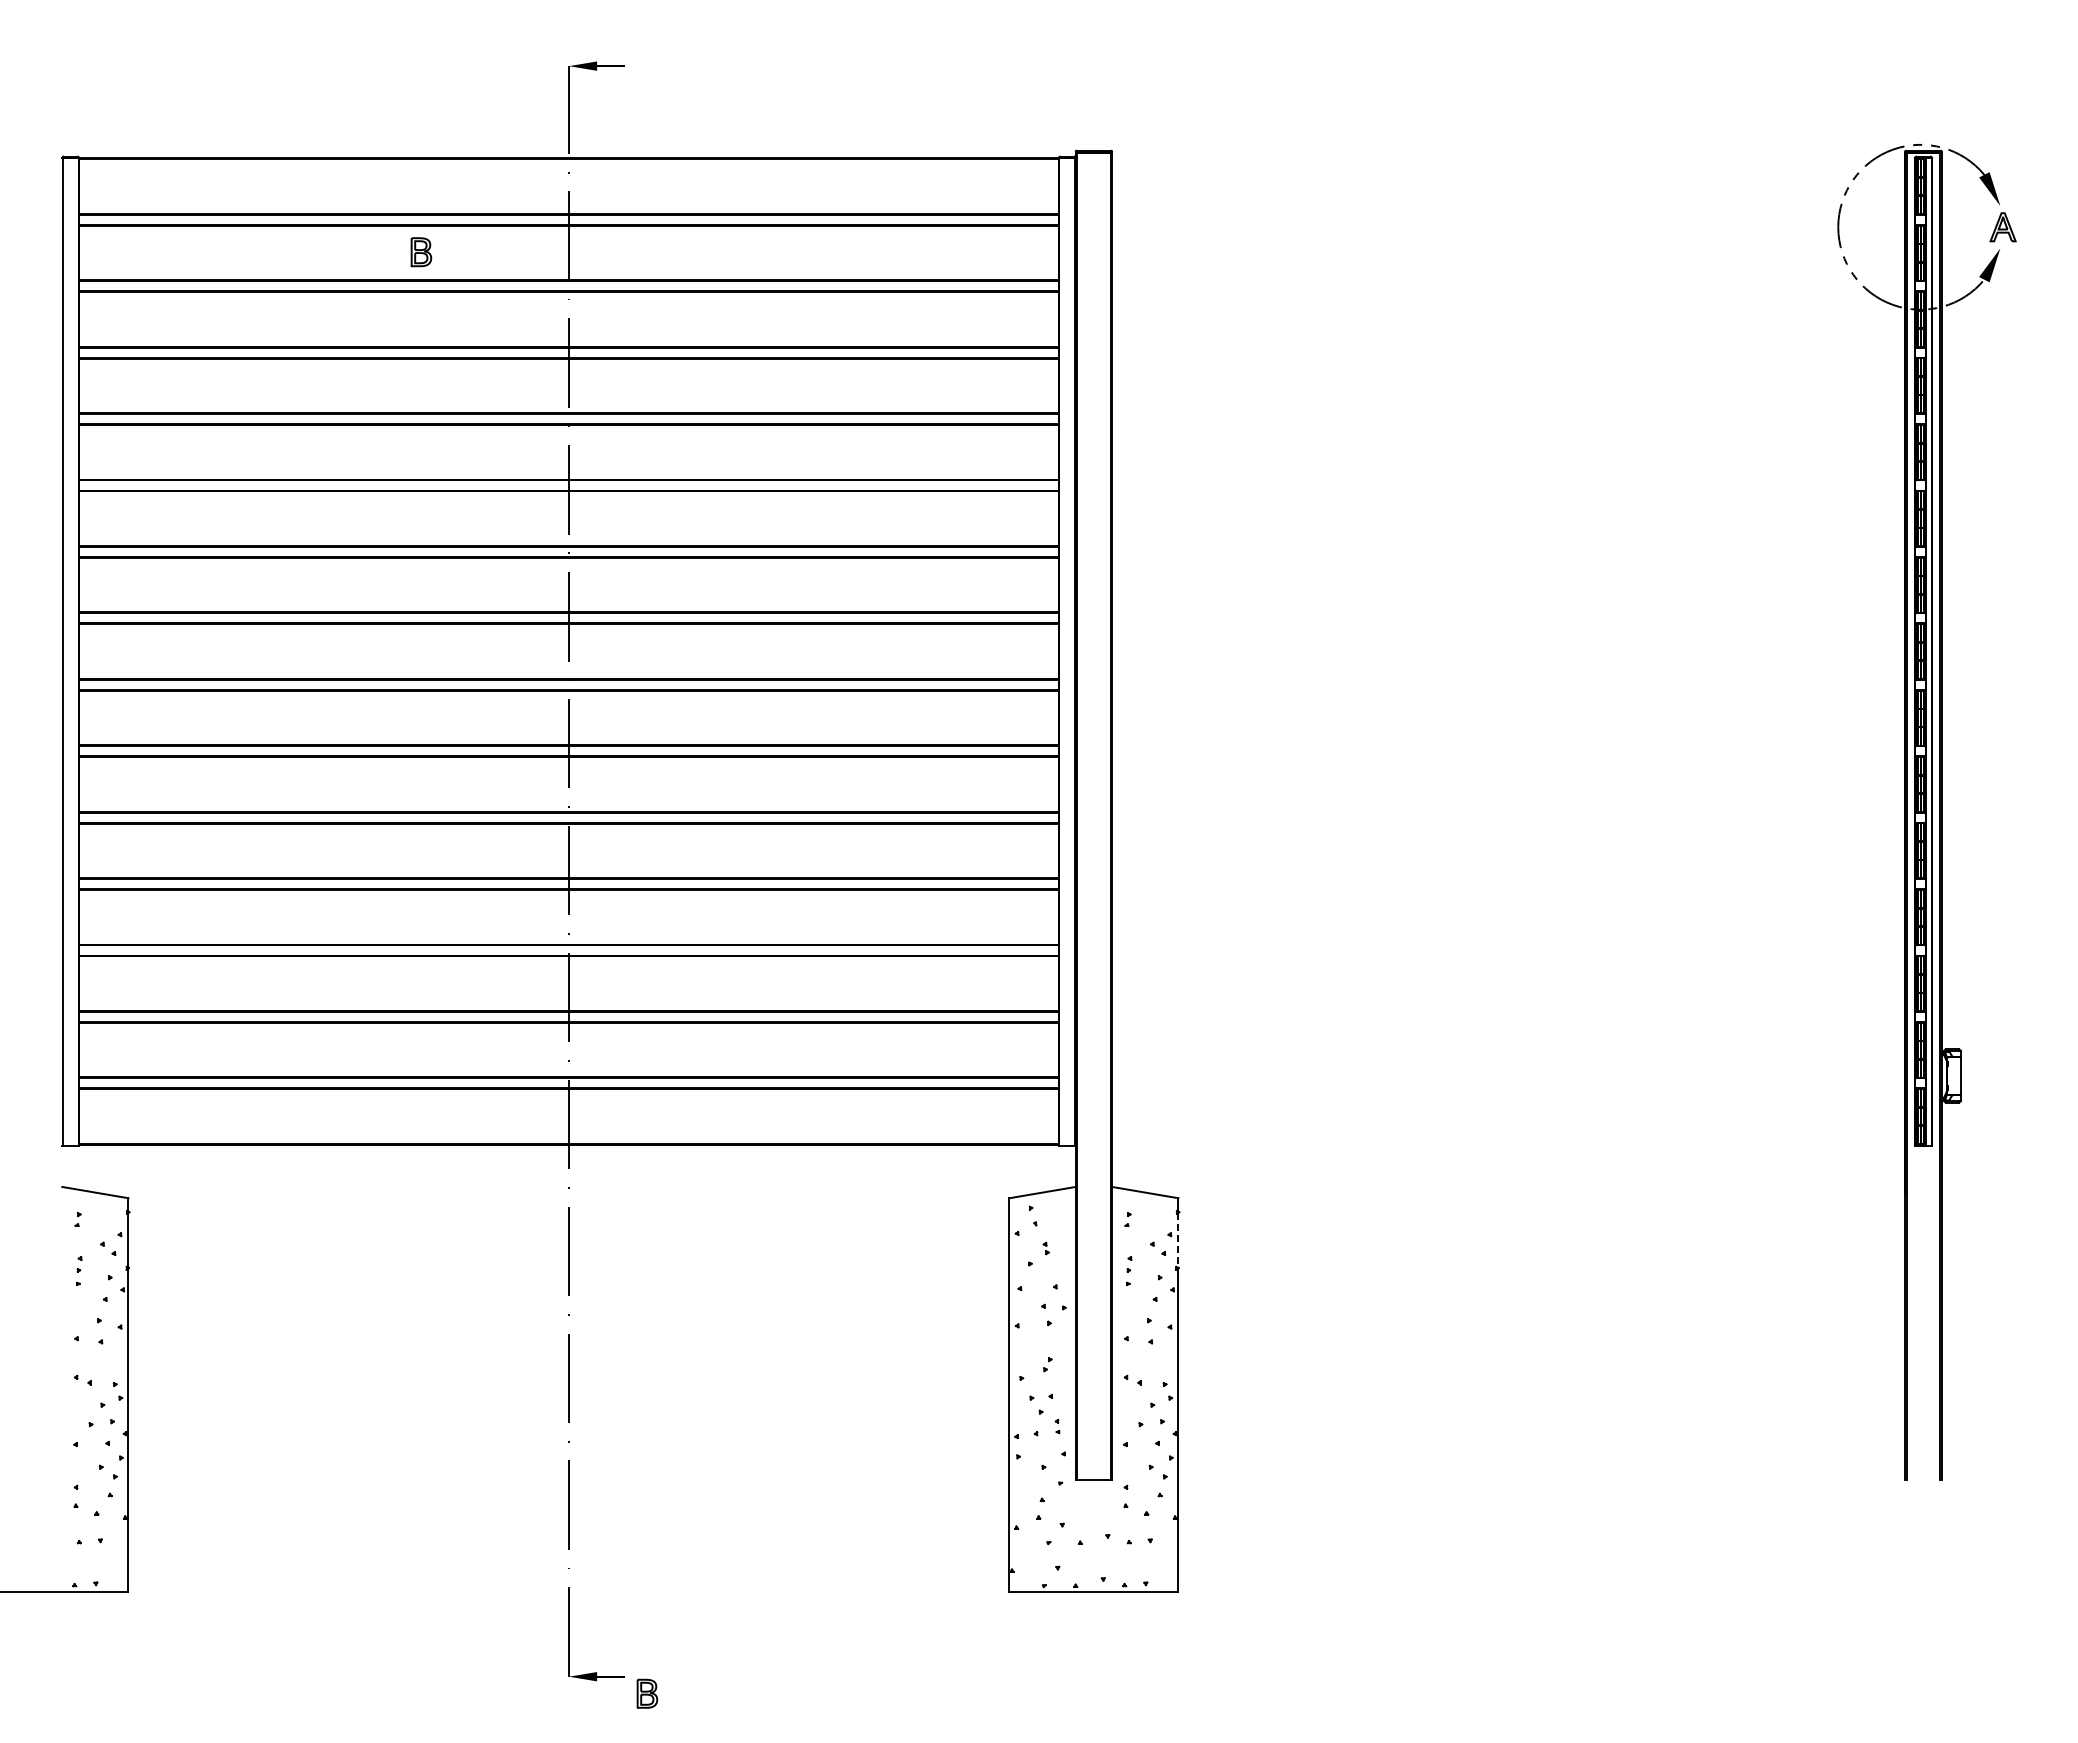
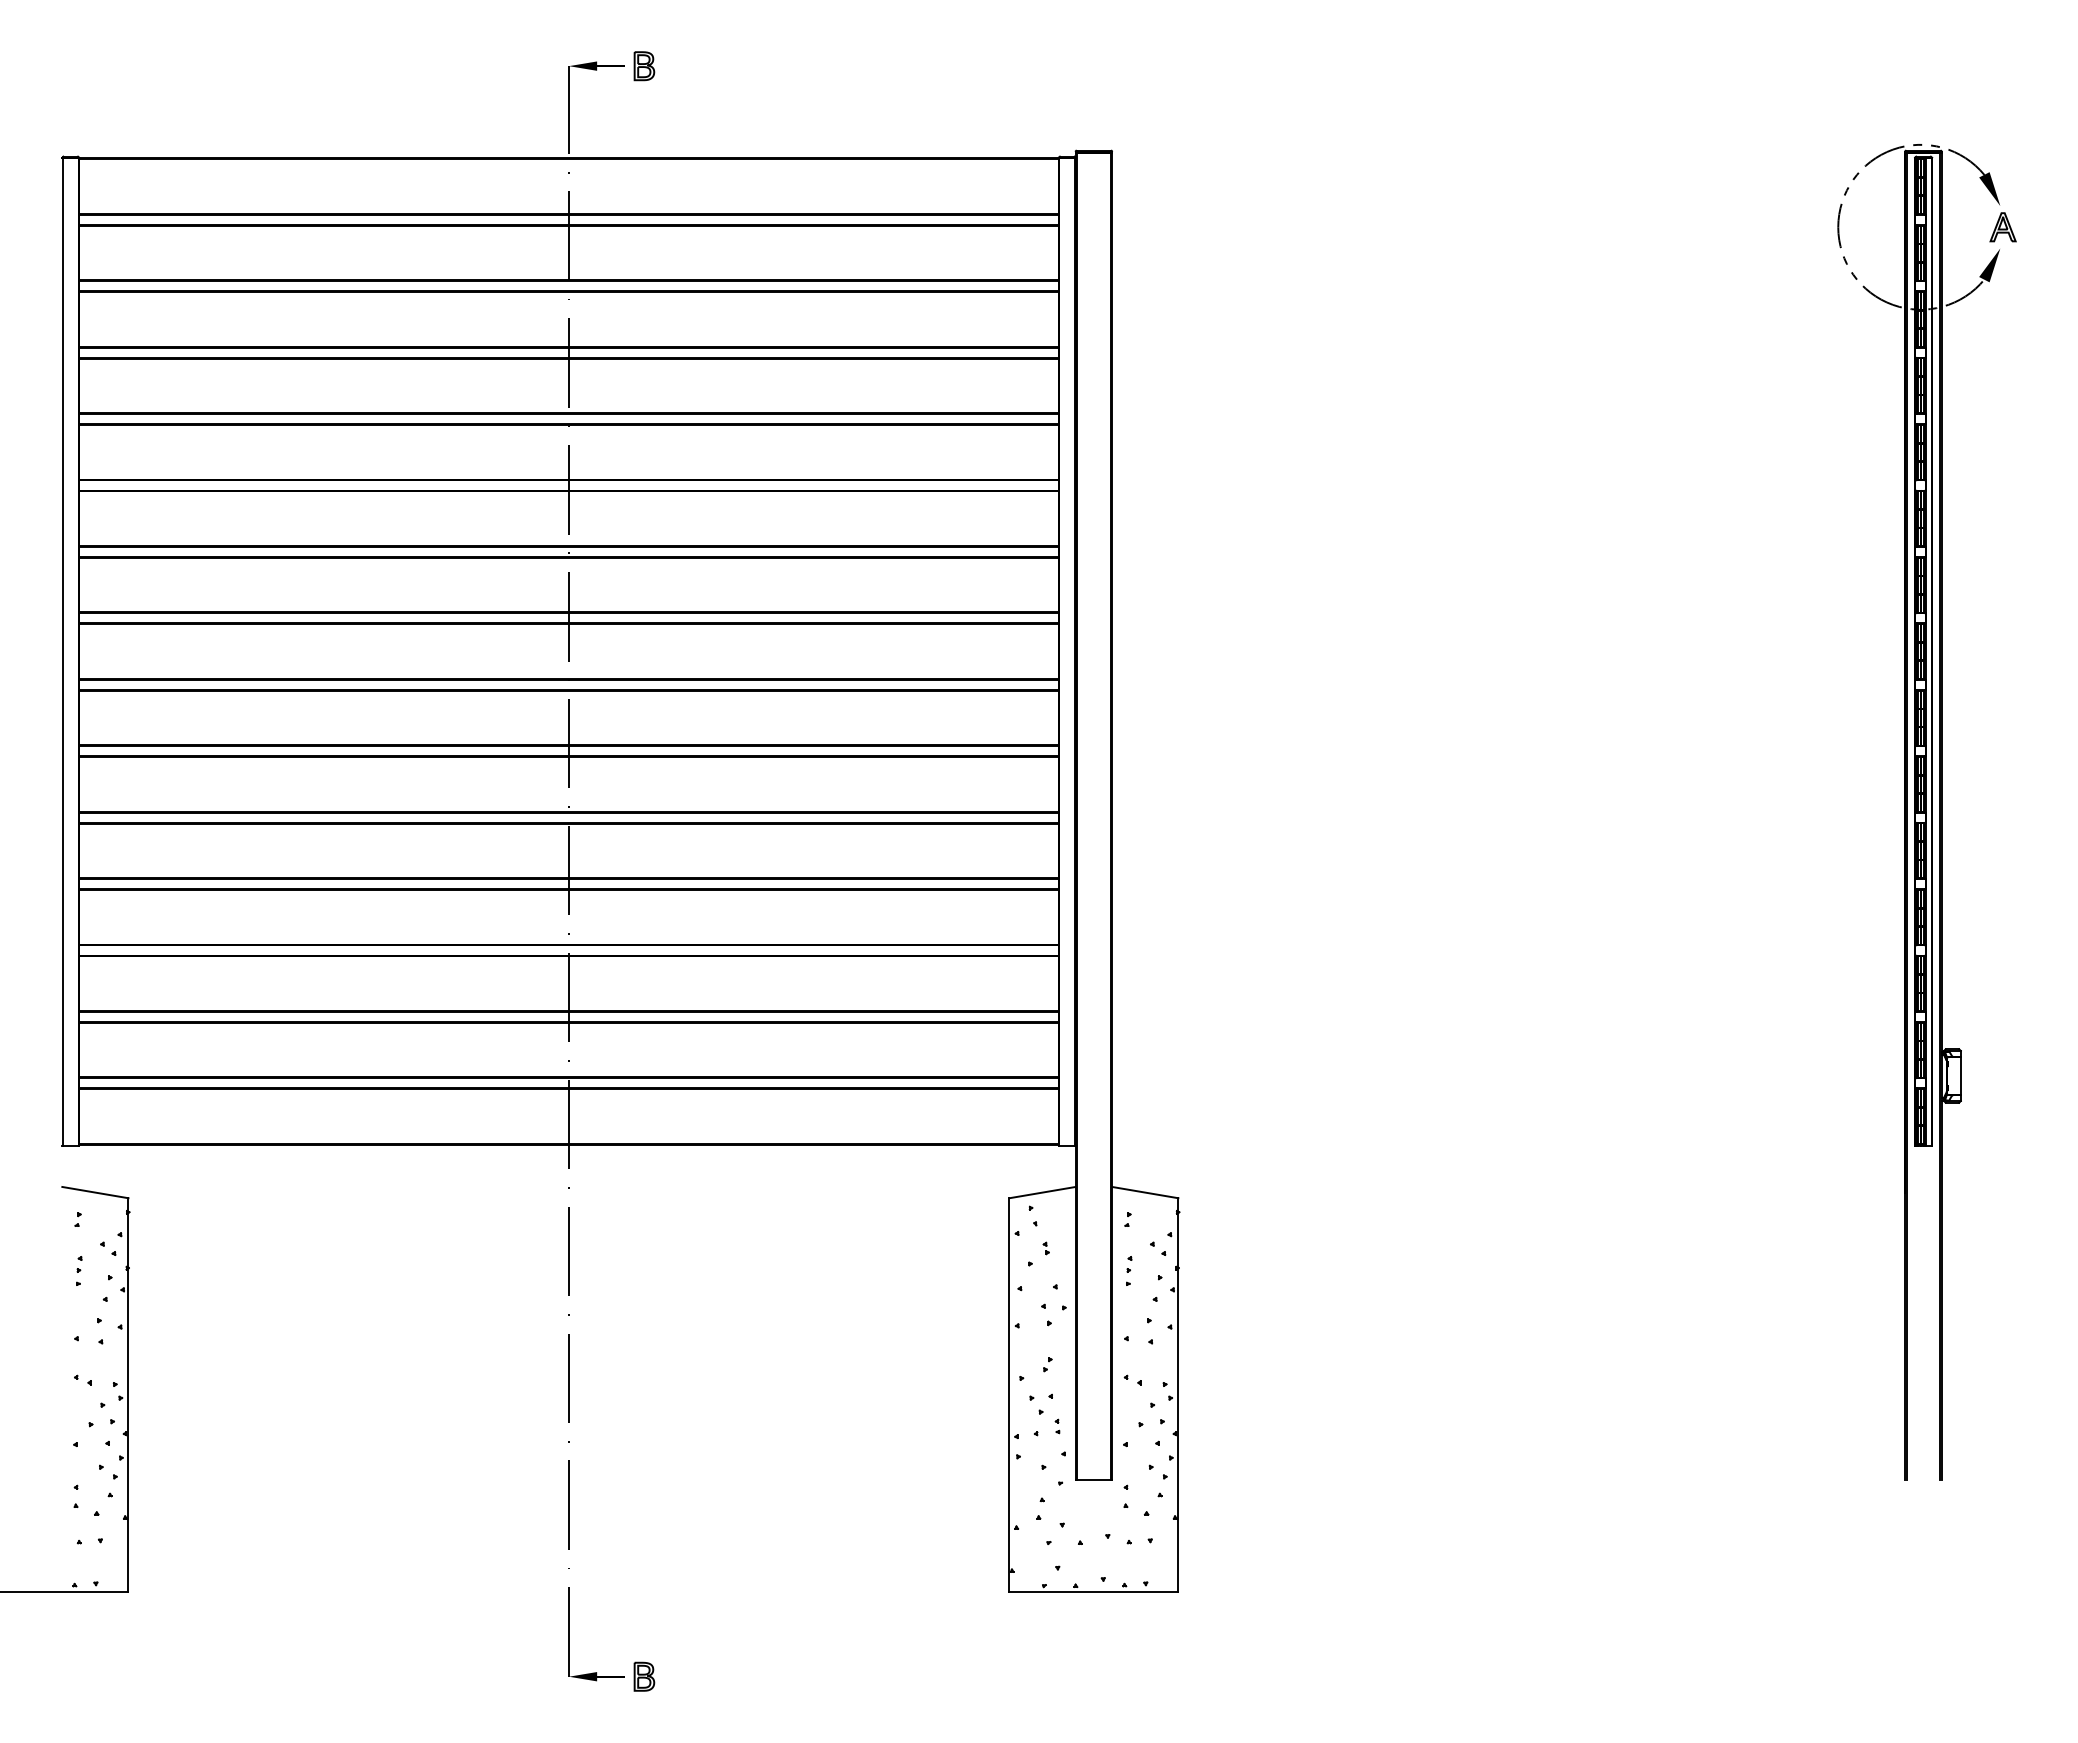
part at (421, 252) position: (421, 252) -> (644, 66)
line at (1178, 1240): dashed -> solid
part at (647, 1693) position: (647, 1693) -> (644, 1676)
